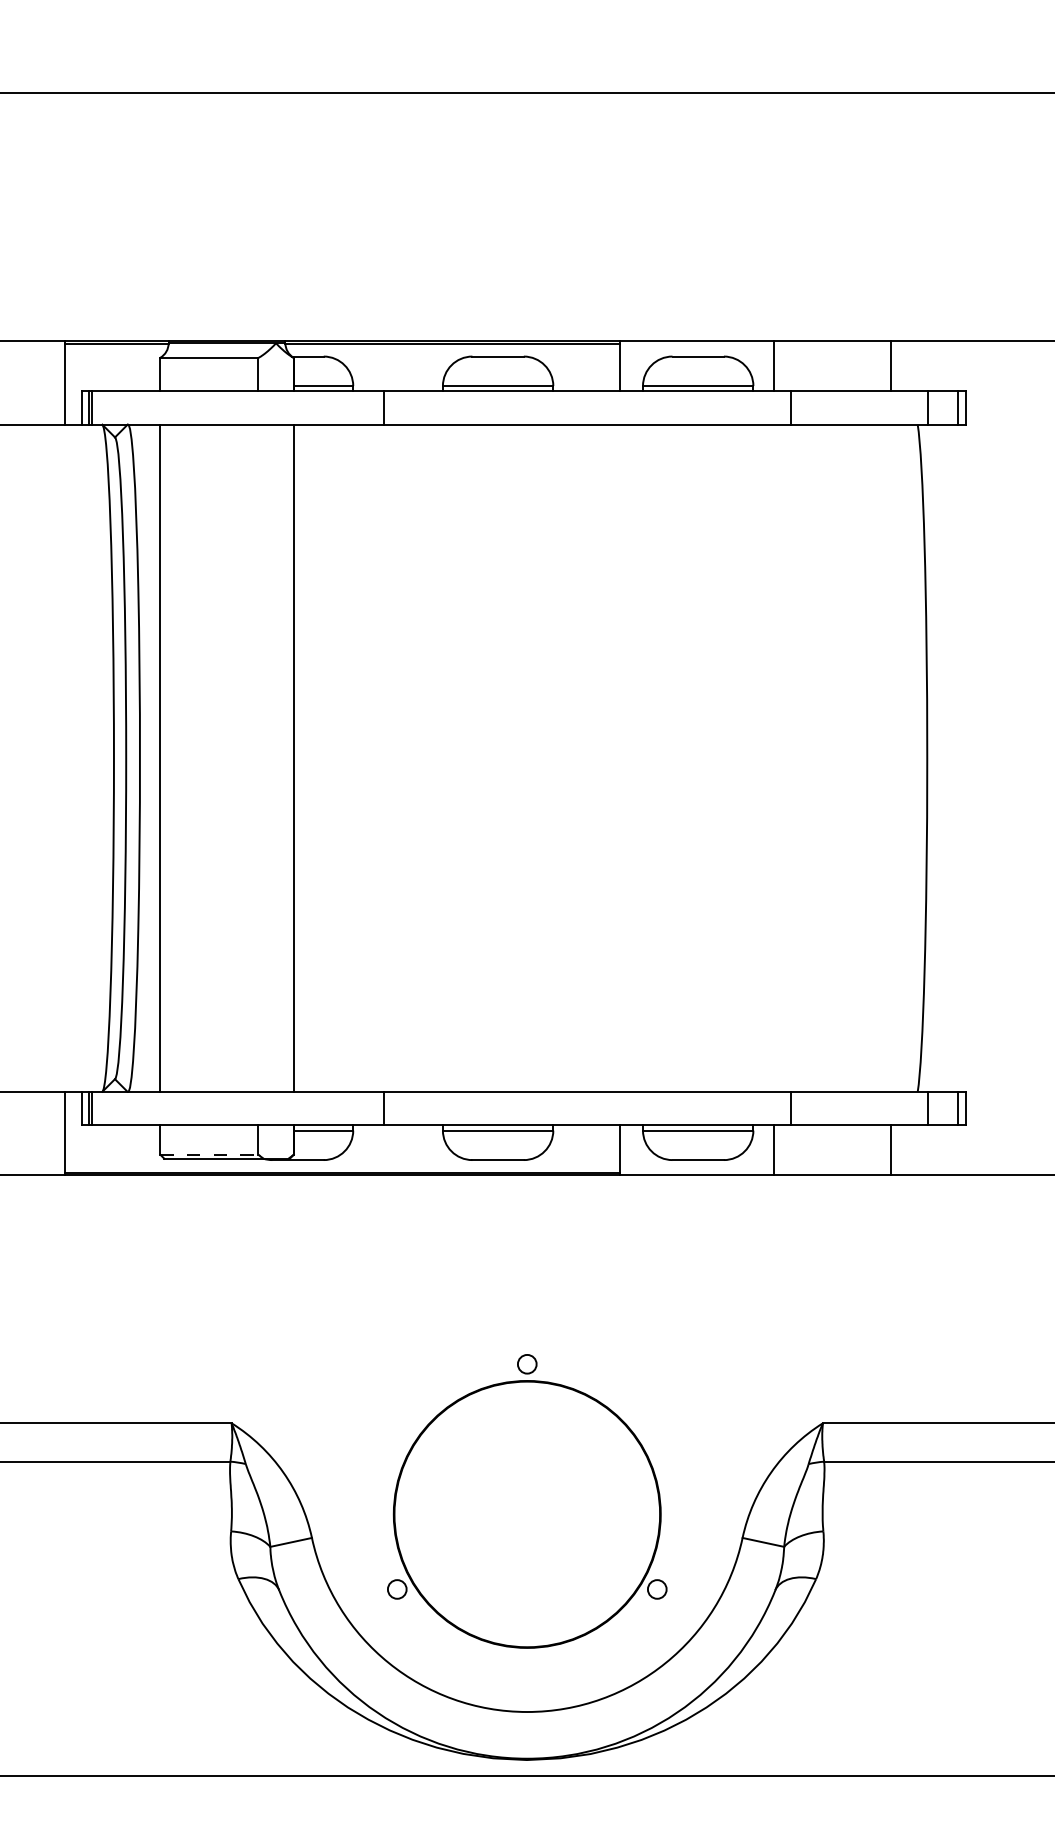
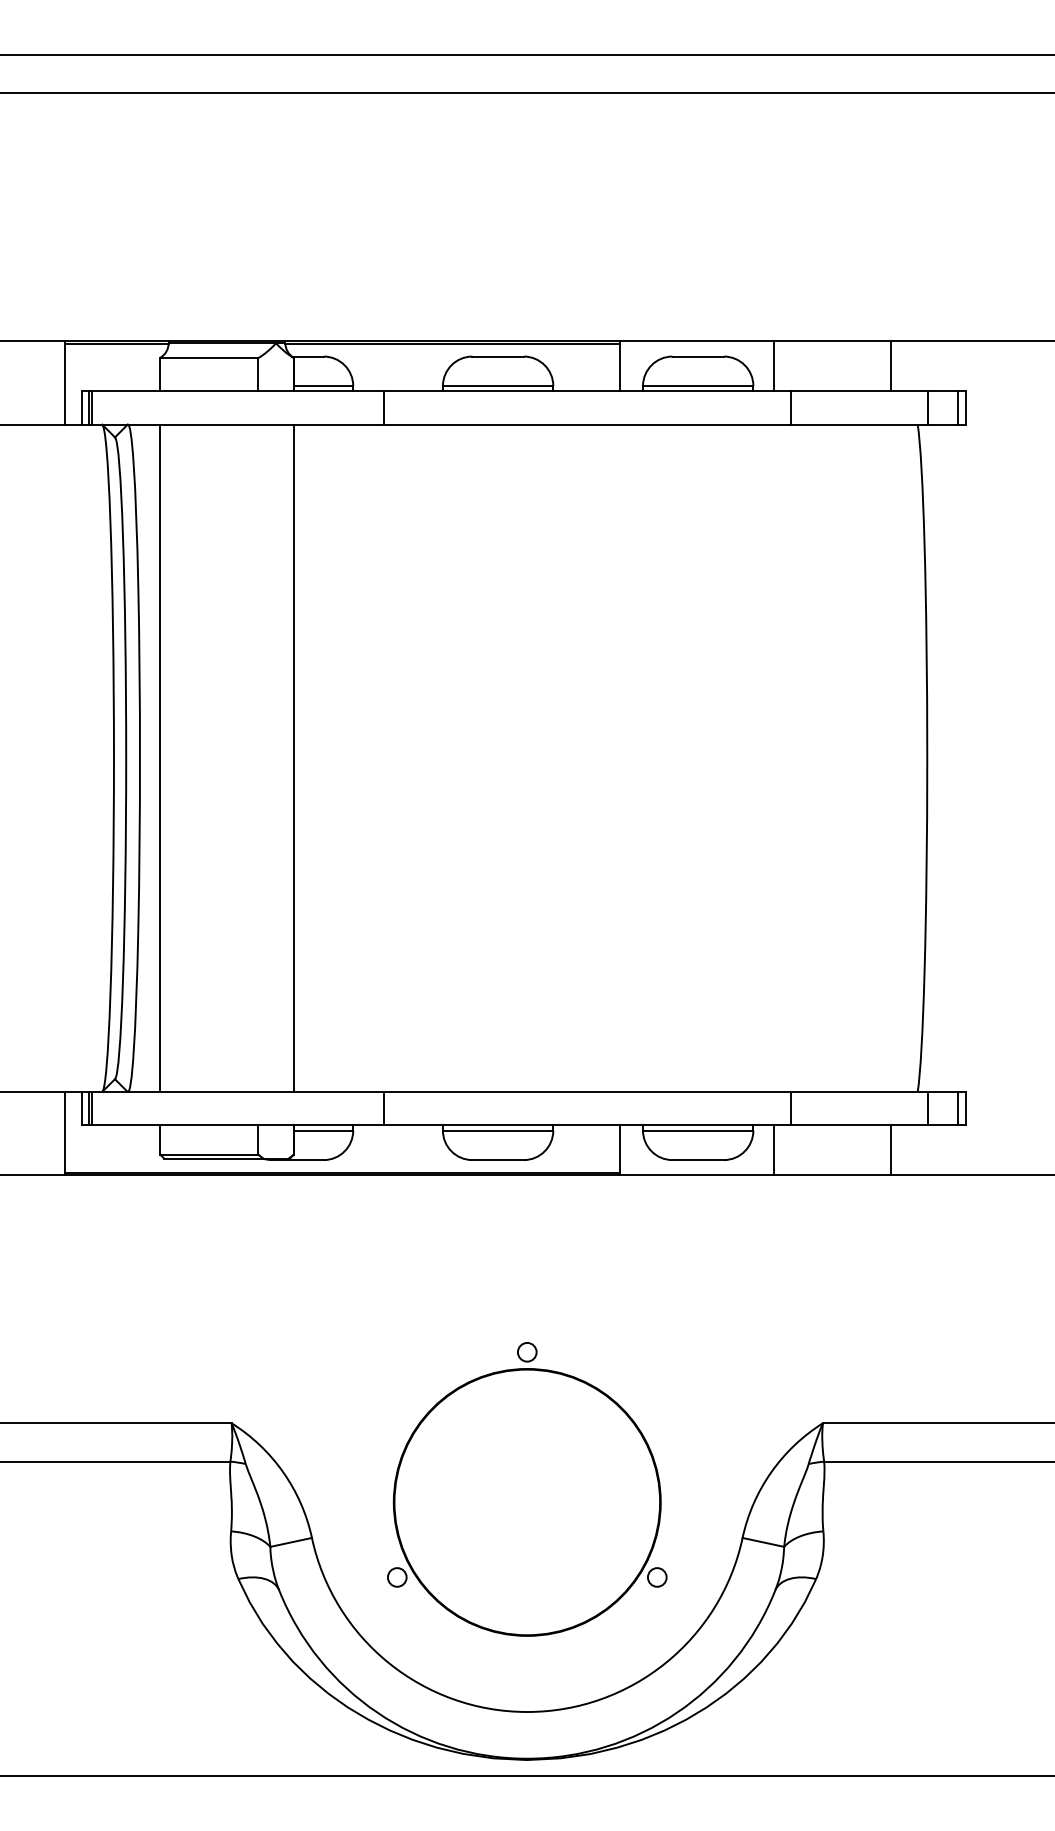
line at (526, 54): none -> present
line at (209, 1154): dashed -> solid
part at (527, 1501) position: (527, 1501) -> (527, 1489)
